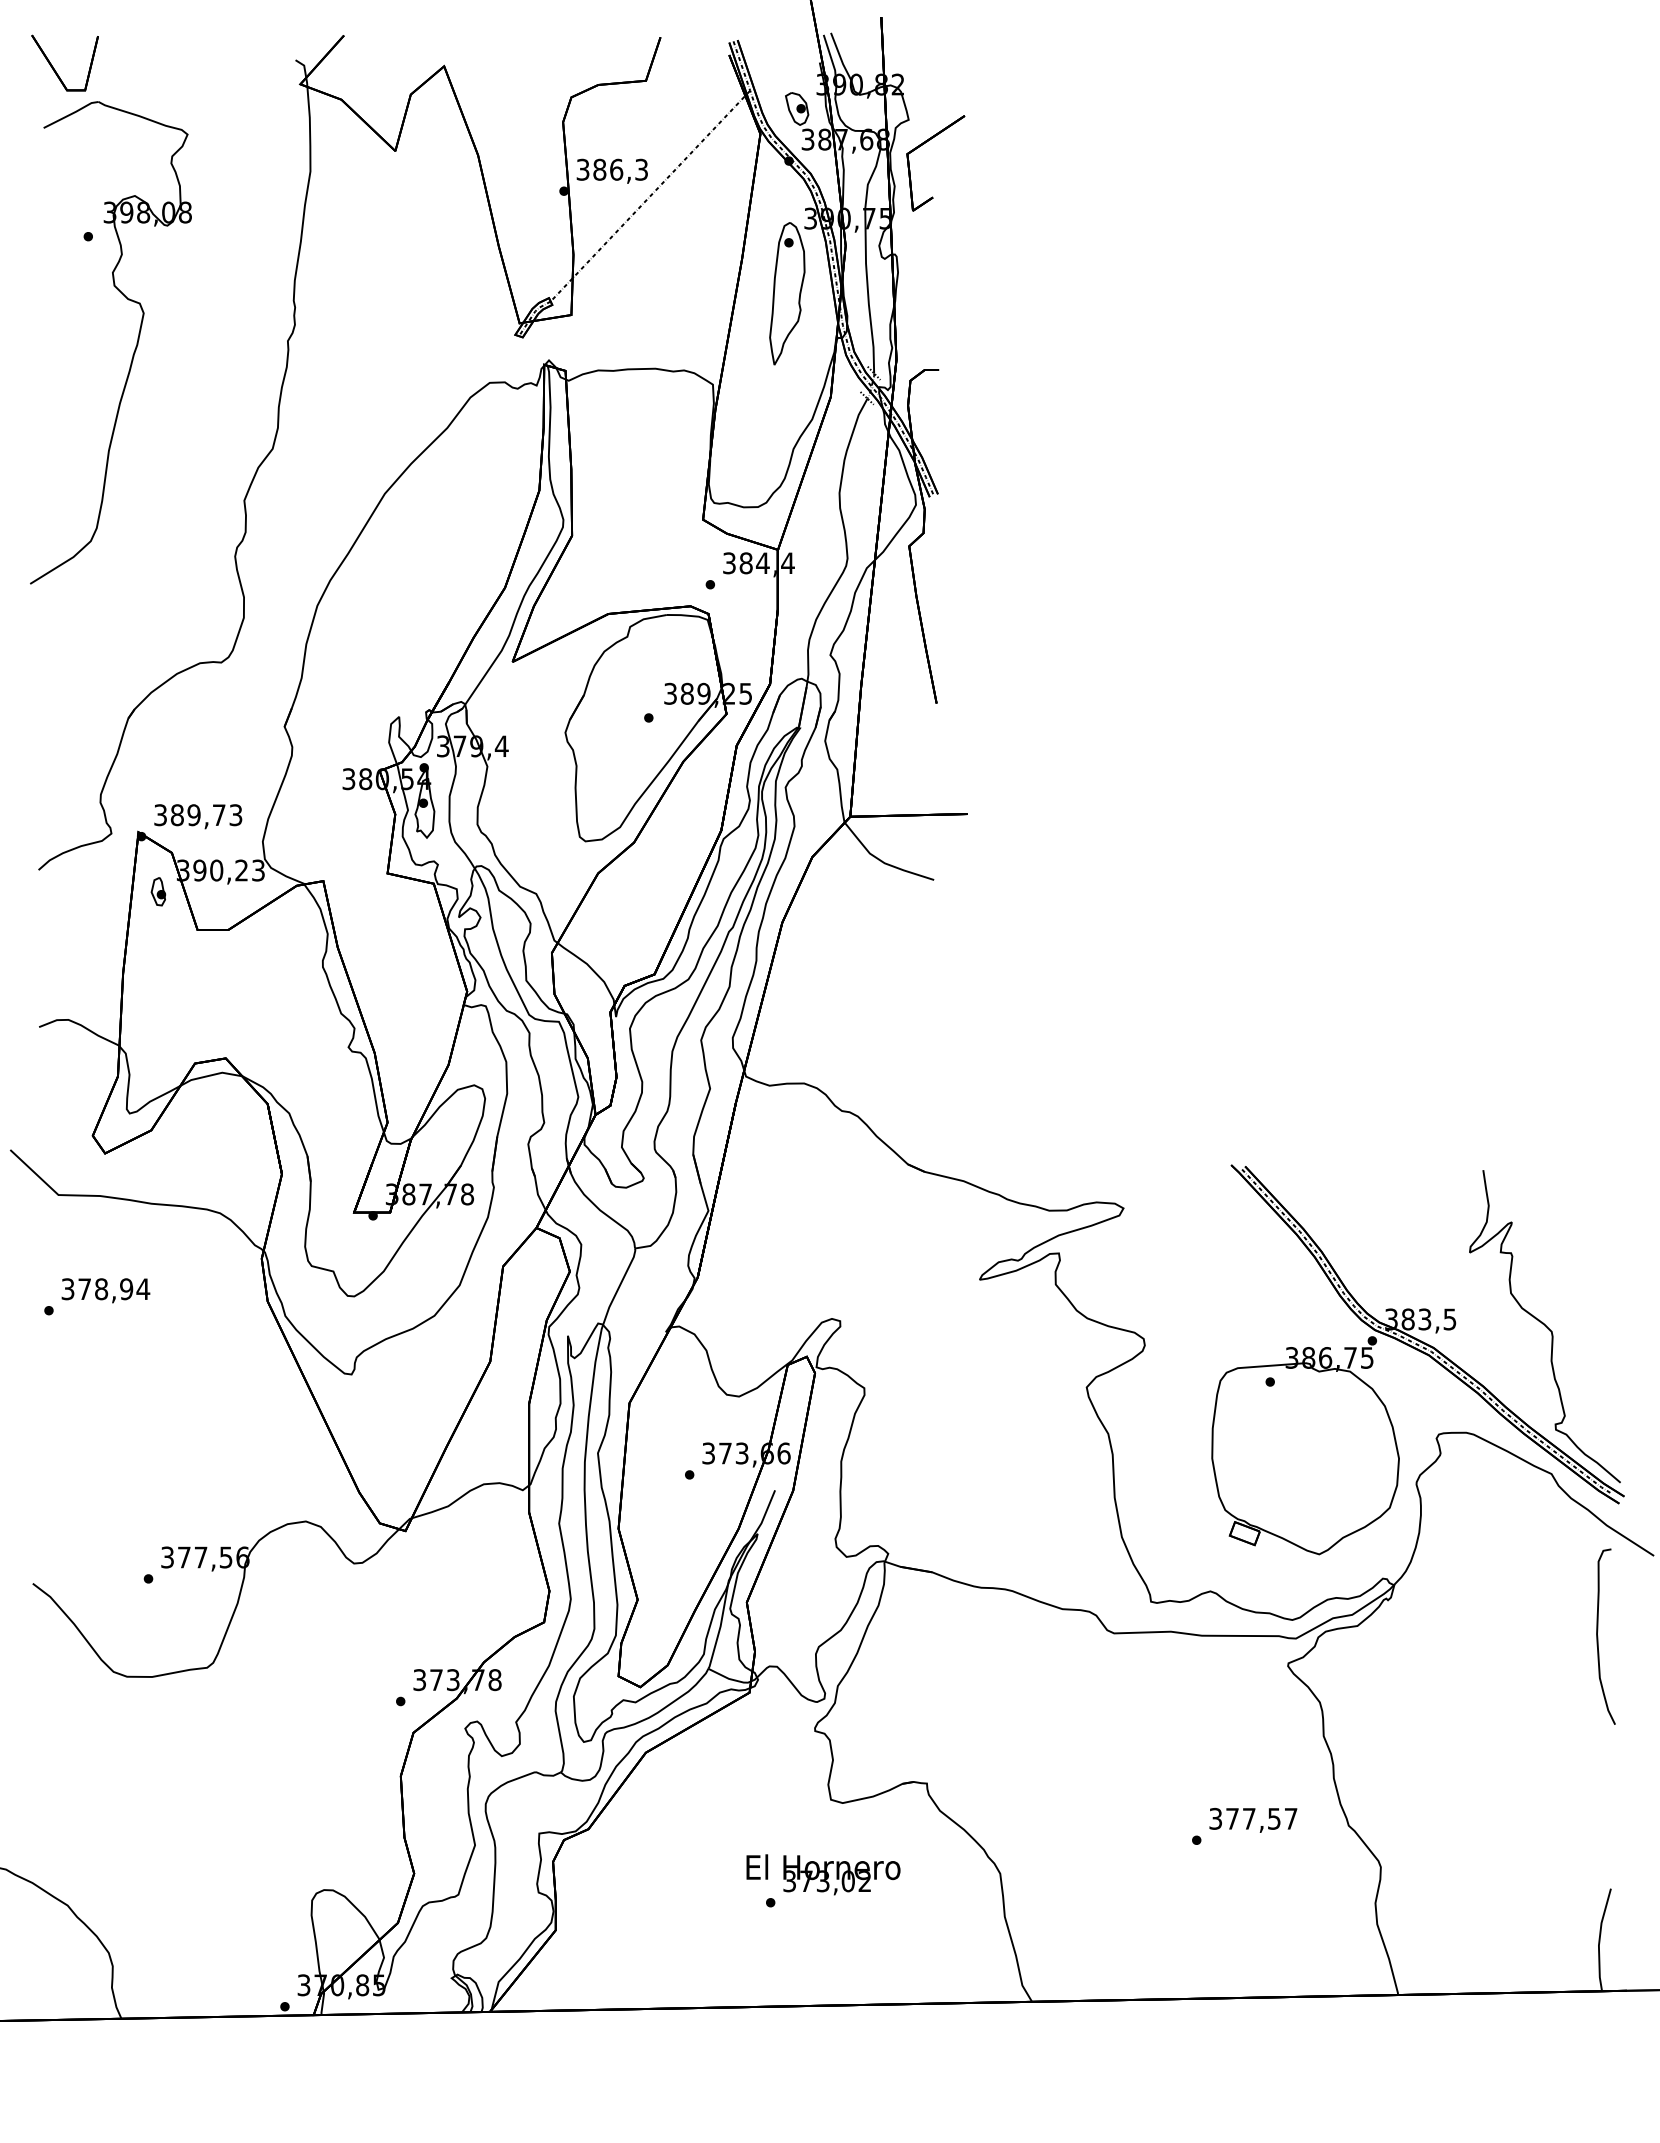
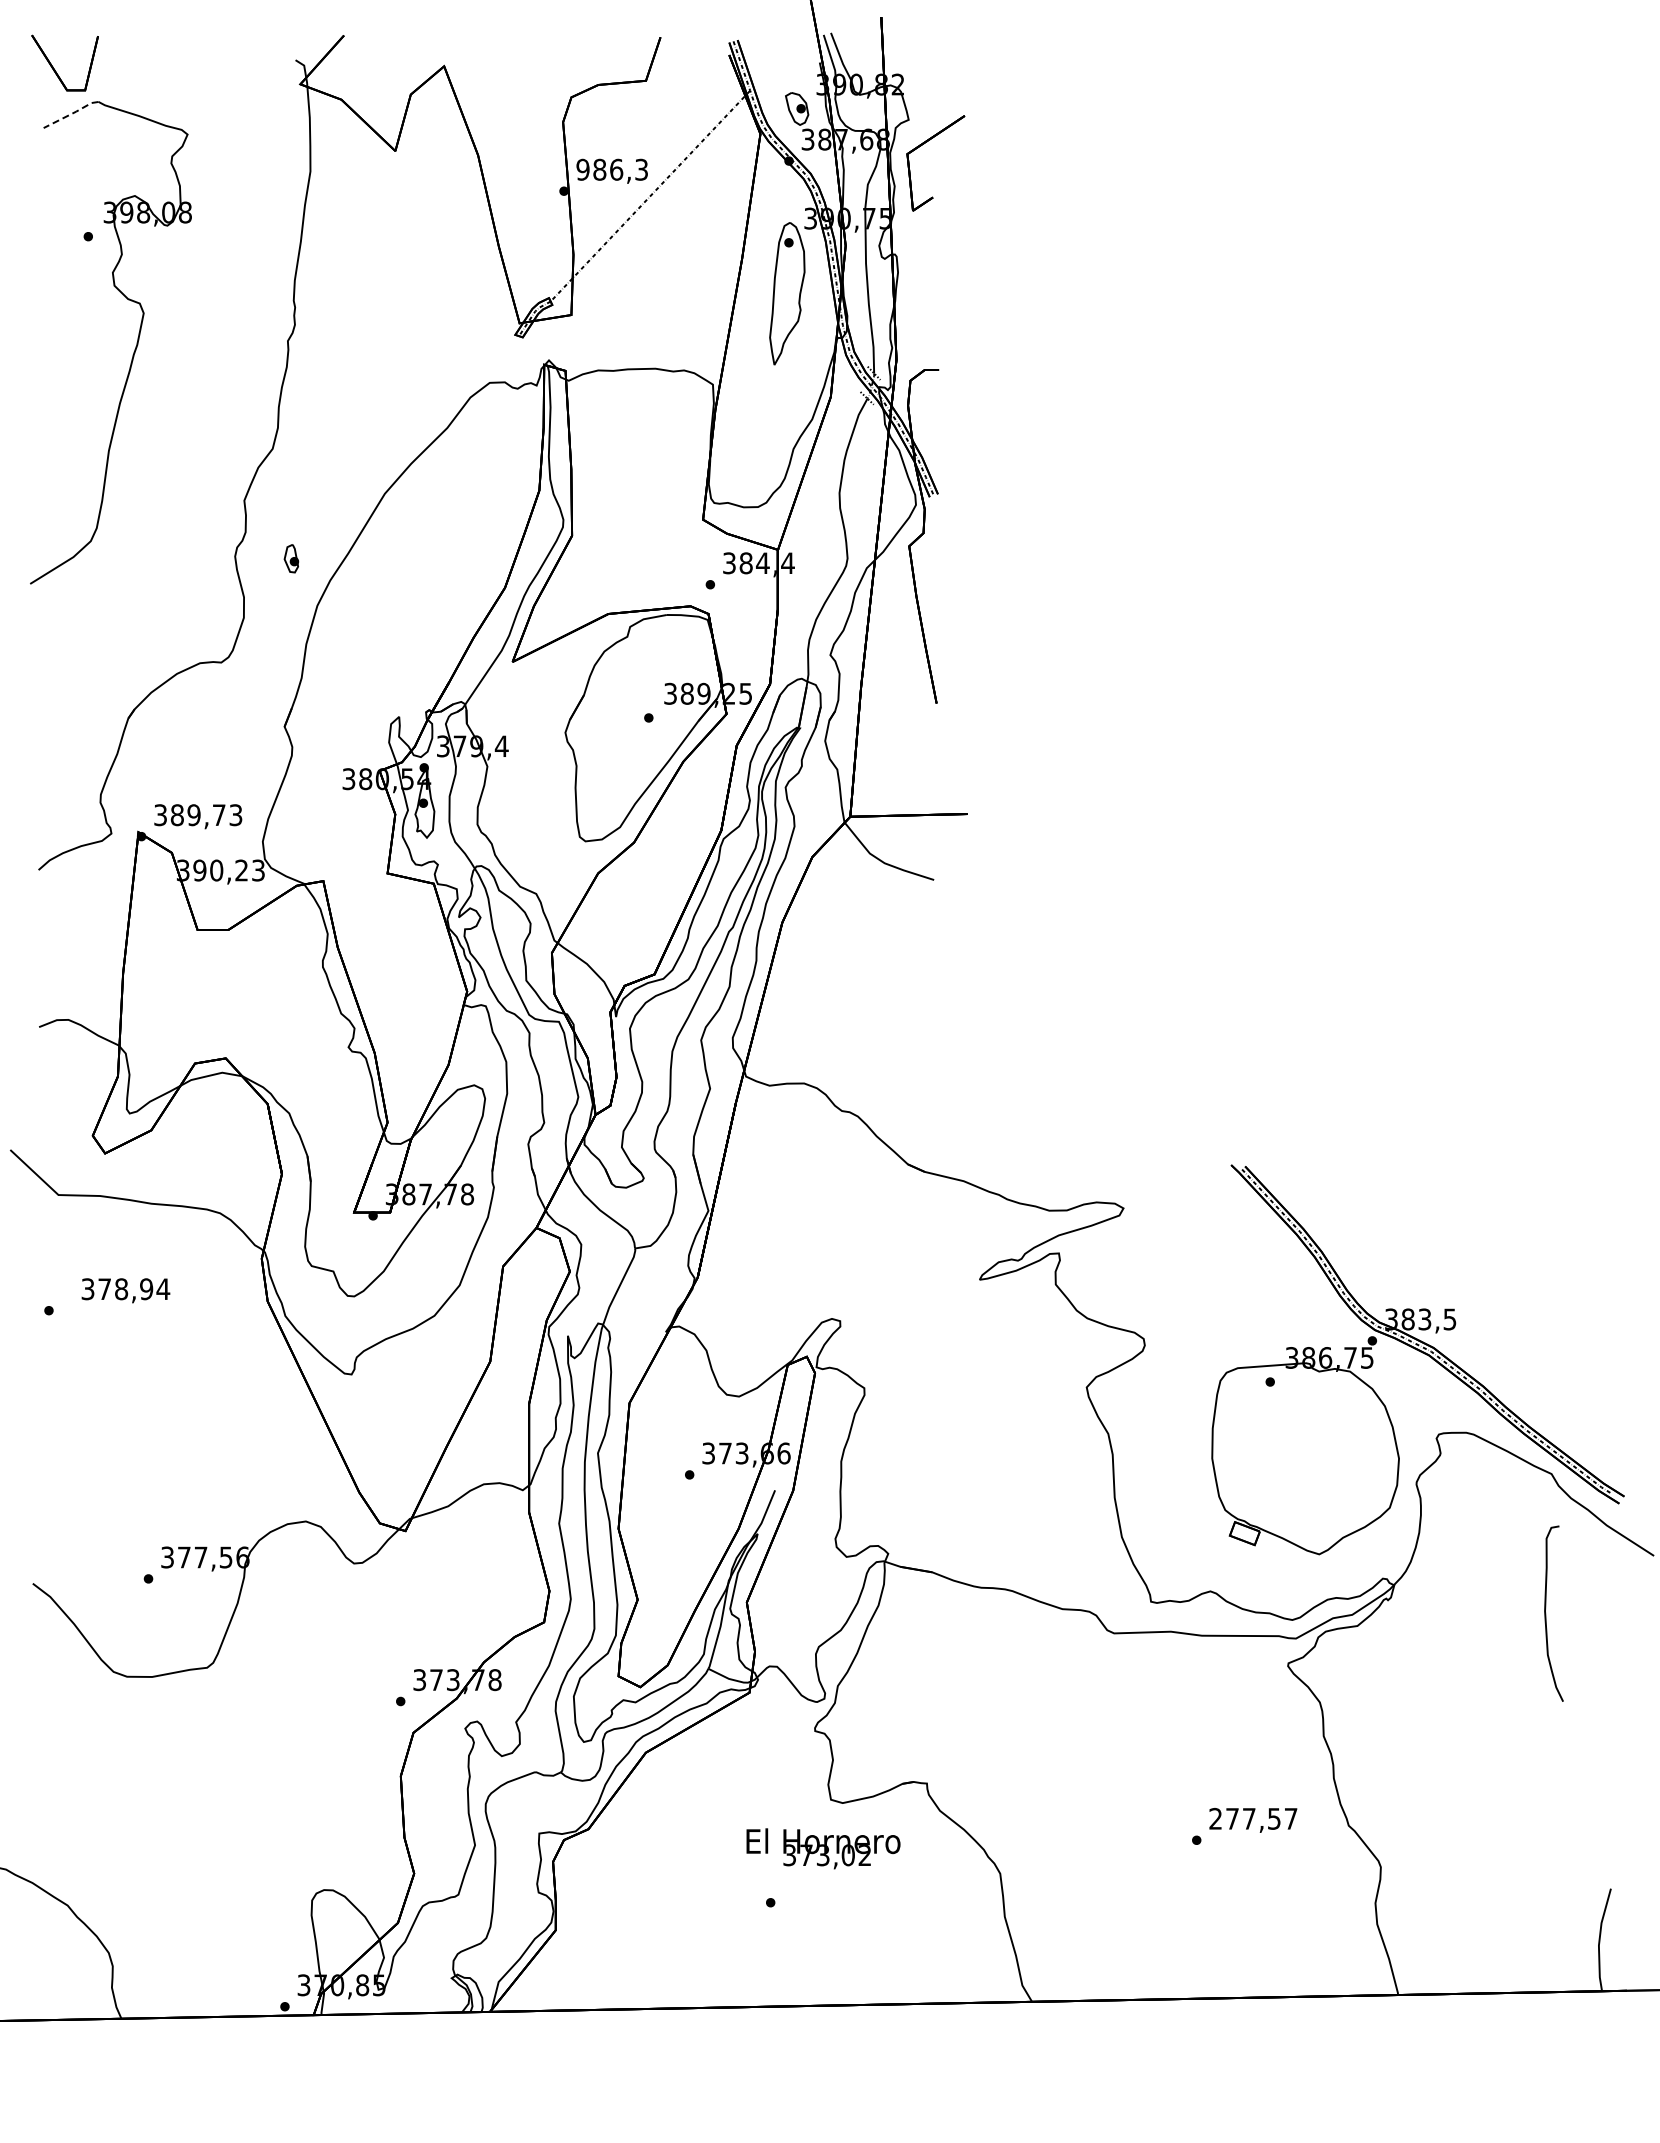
line at (71, 113): solid -> dashed
text at (582, 169): 386,3 -> 986,3
part at (158, 891) position: (158, 891) -> (291, 558)
text at (105, 1290) position: (105, 1290) -> (125, 1290)
curve at (1544, 1325): present -> none
curve at (1598, 1636) position: (1598, 1636) -> (1546, 1613)
text at (1215, 1818): 377,57 -> 277,57
text at (823, 1874) position: (823, 1874) -> (823, 1848)
